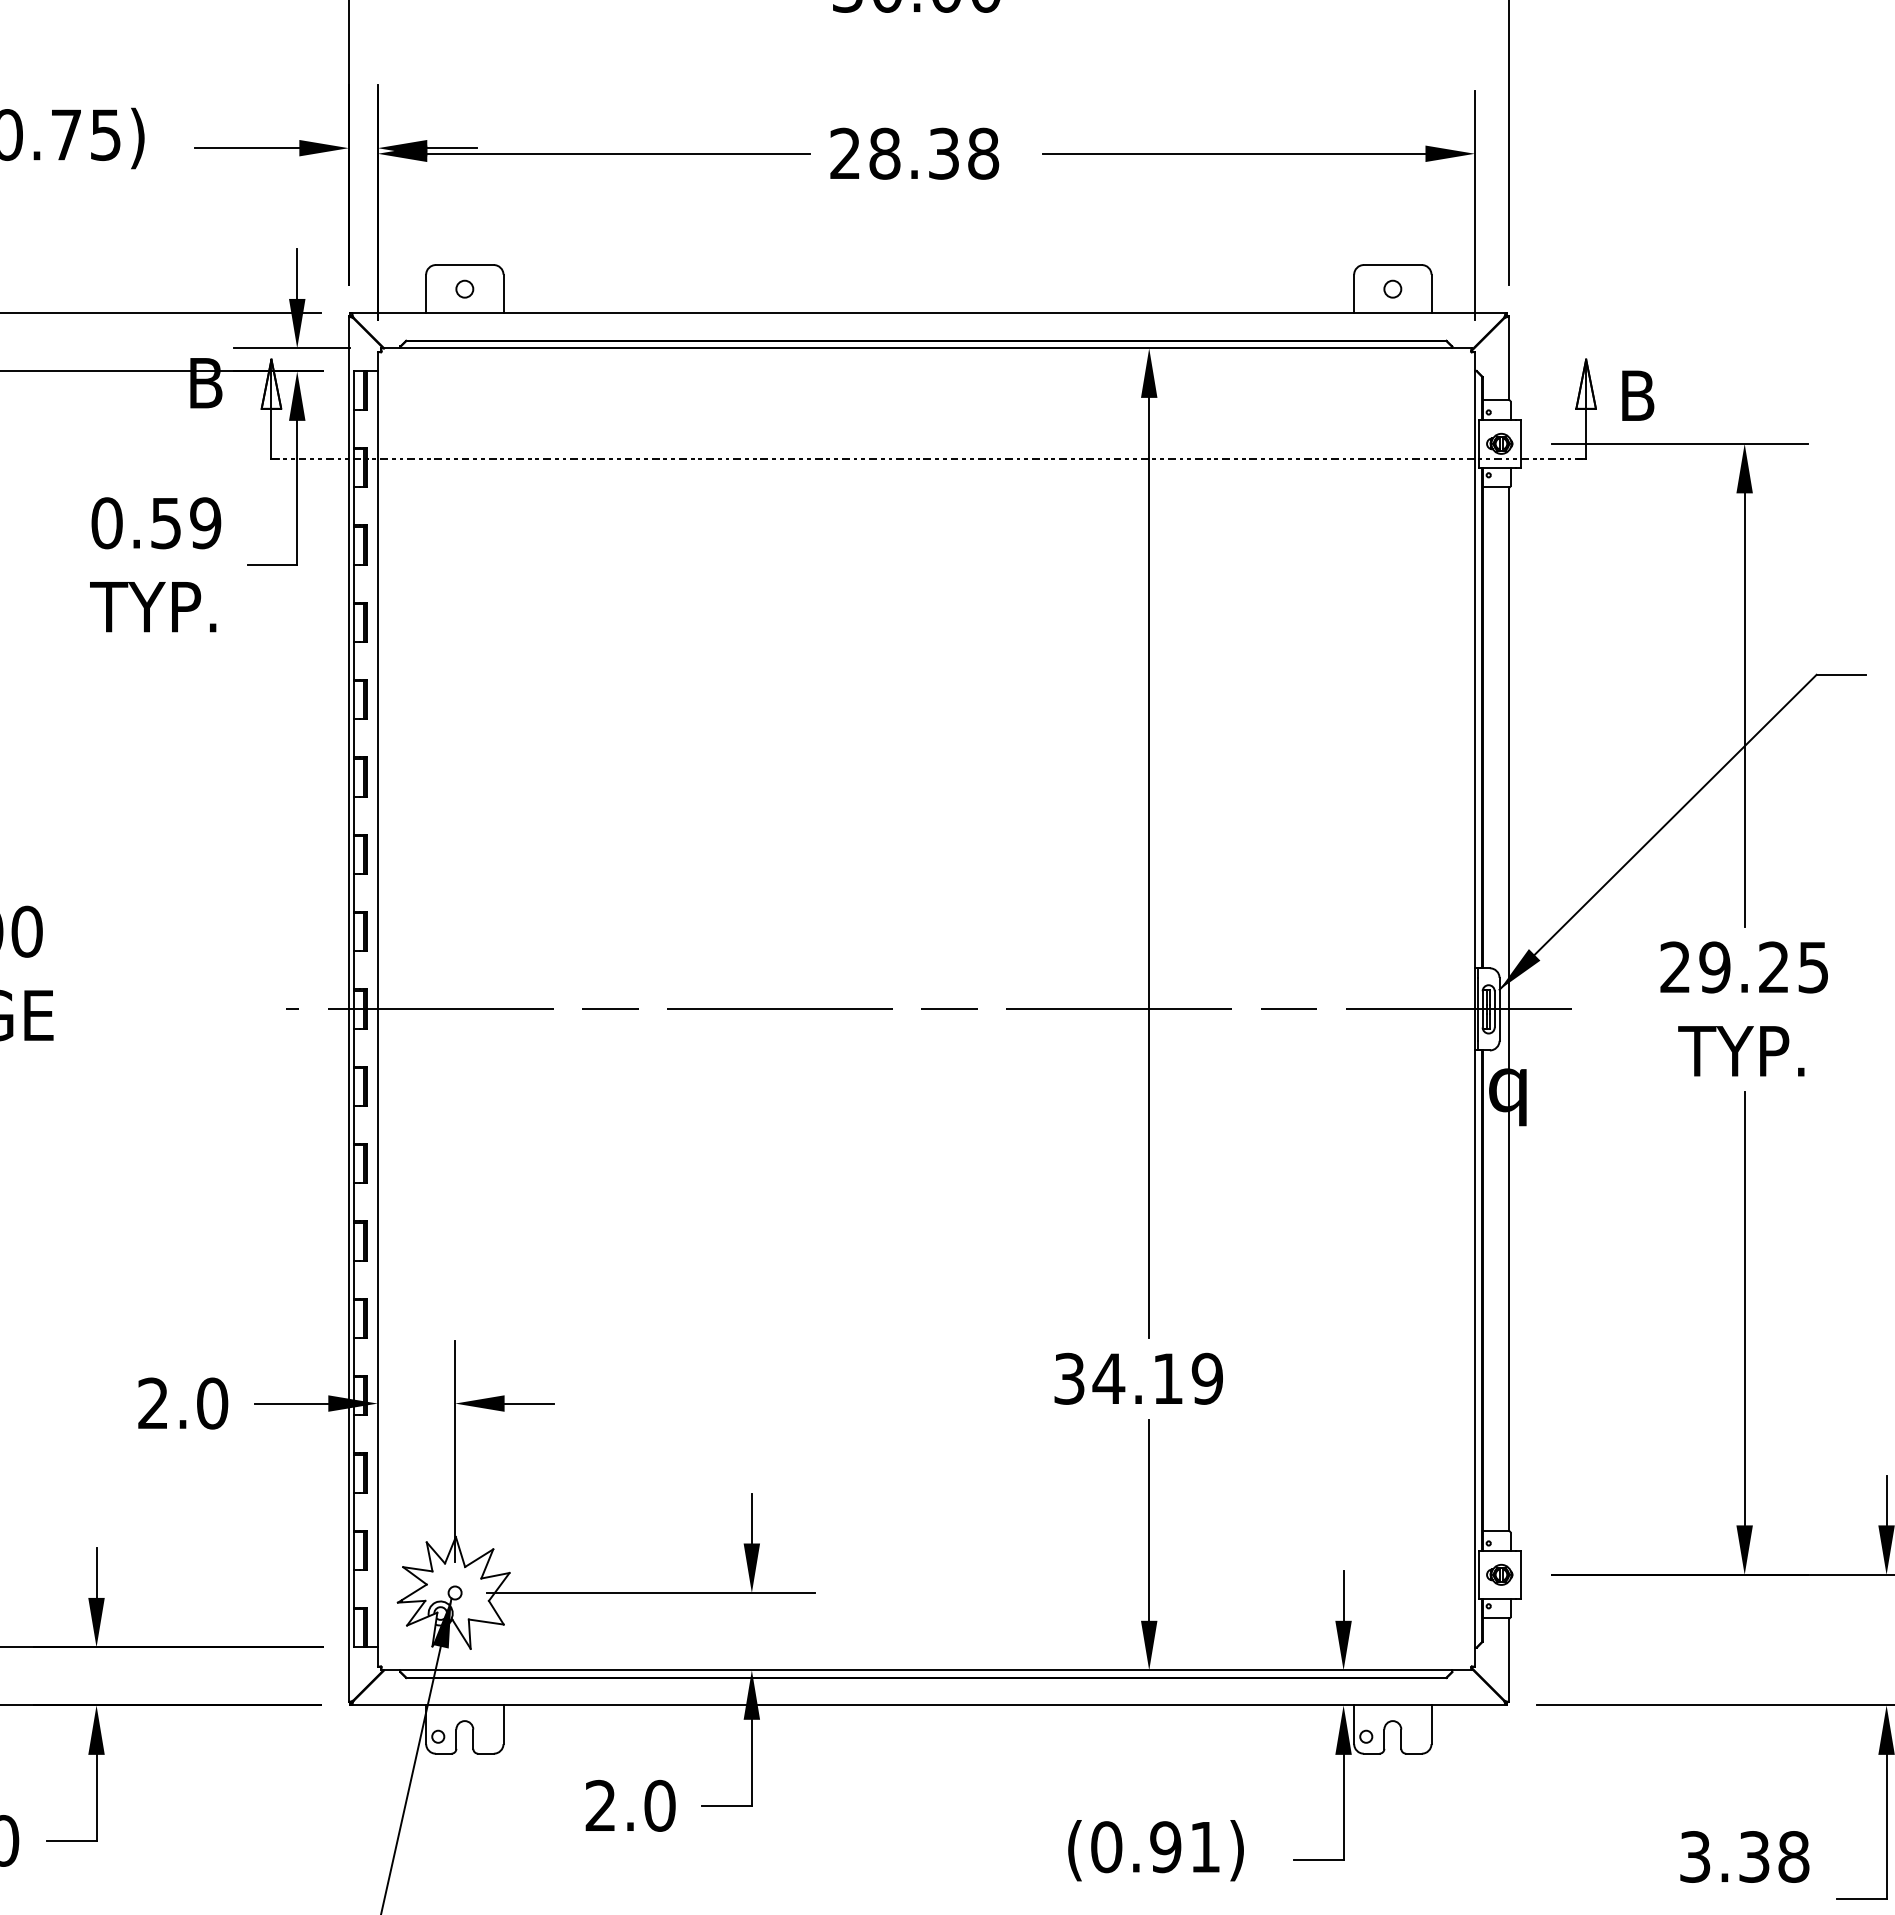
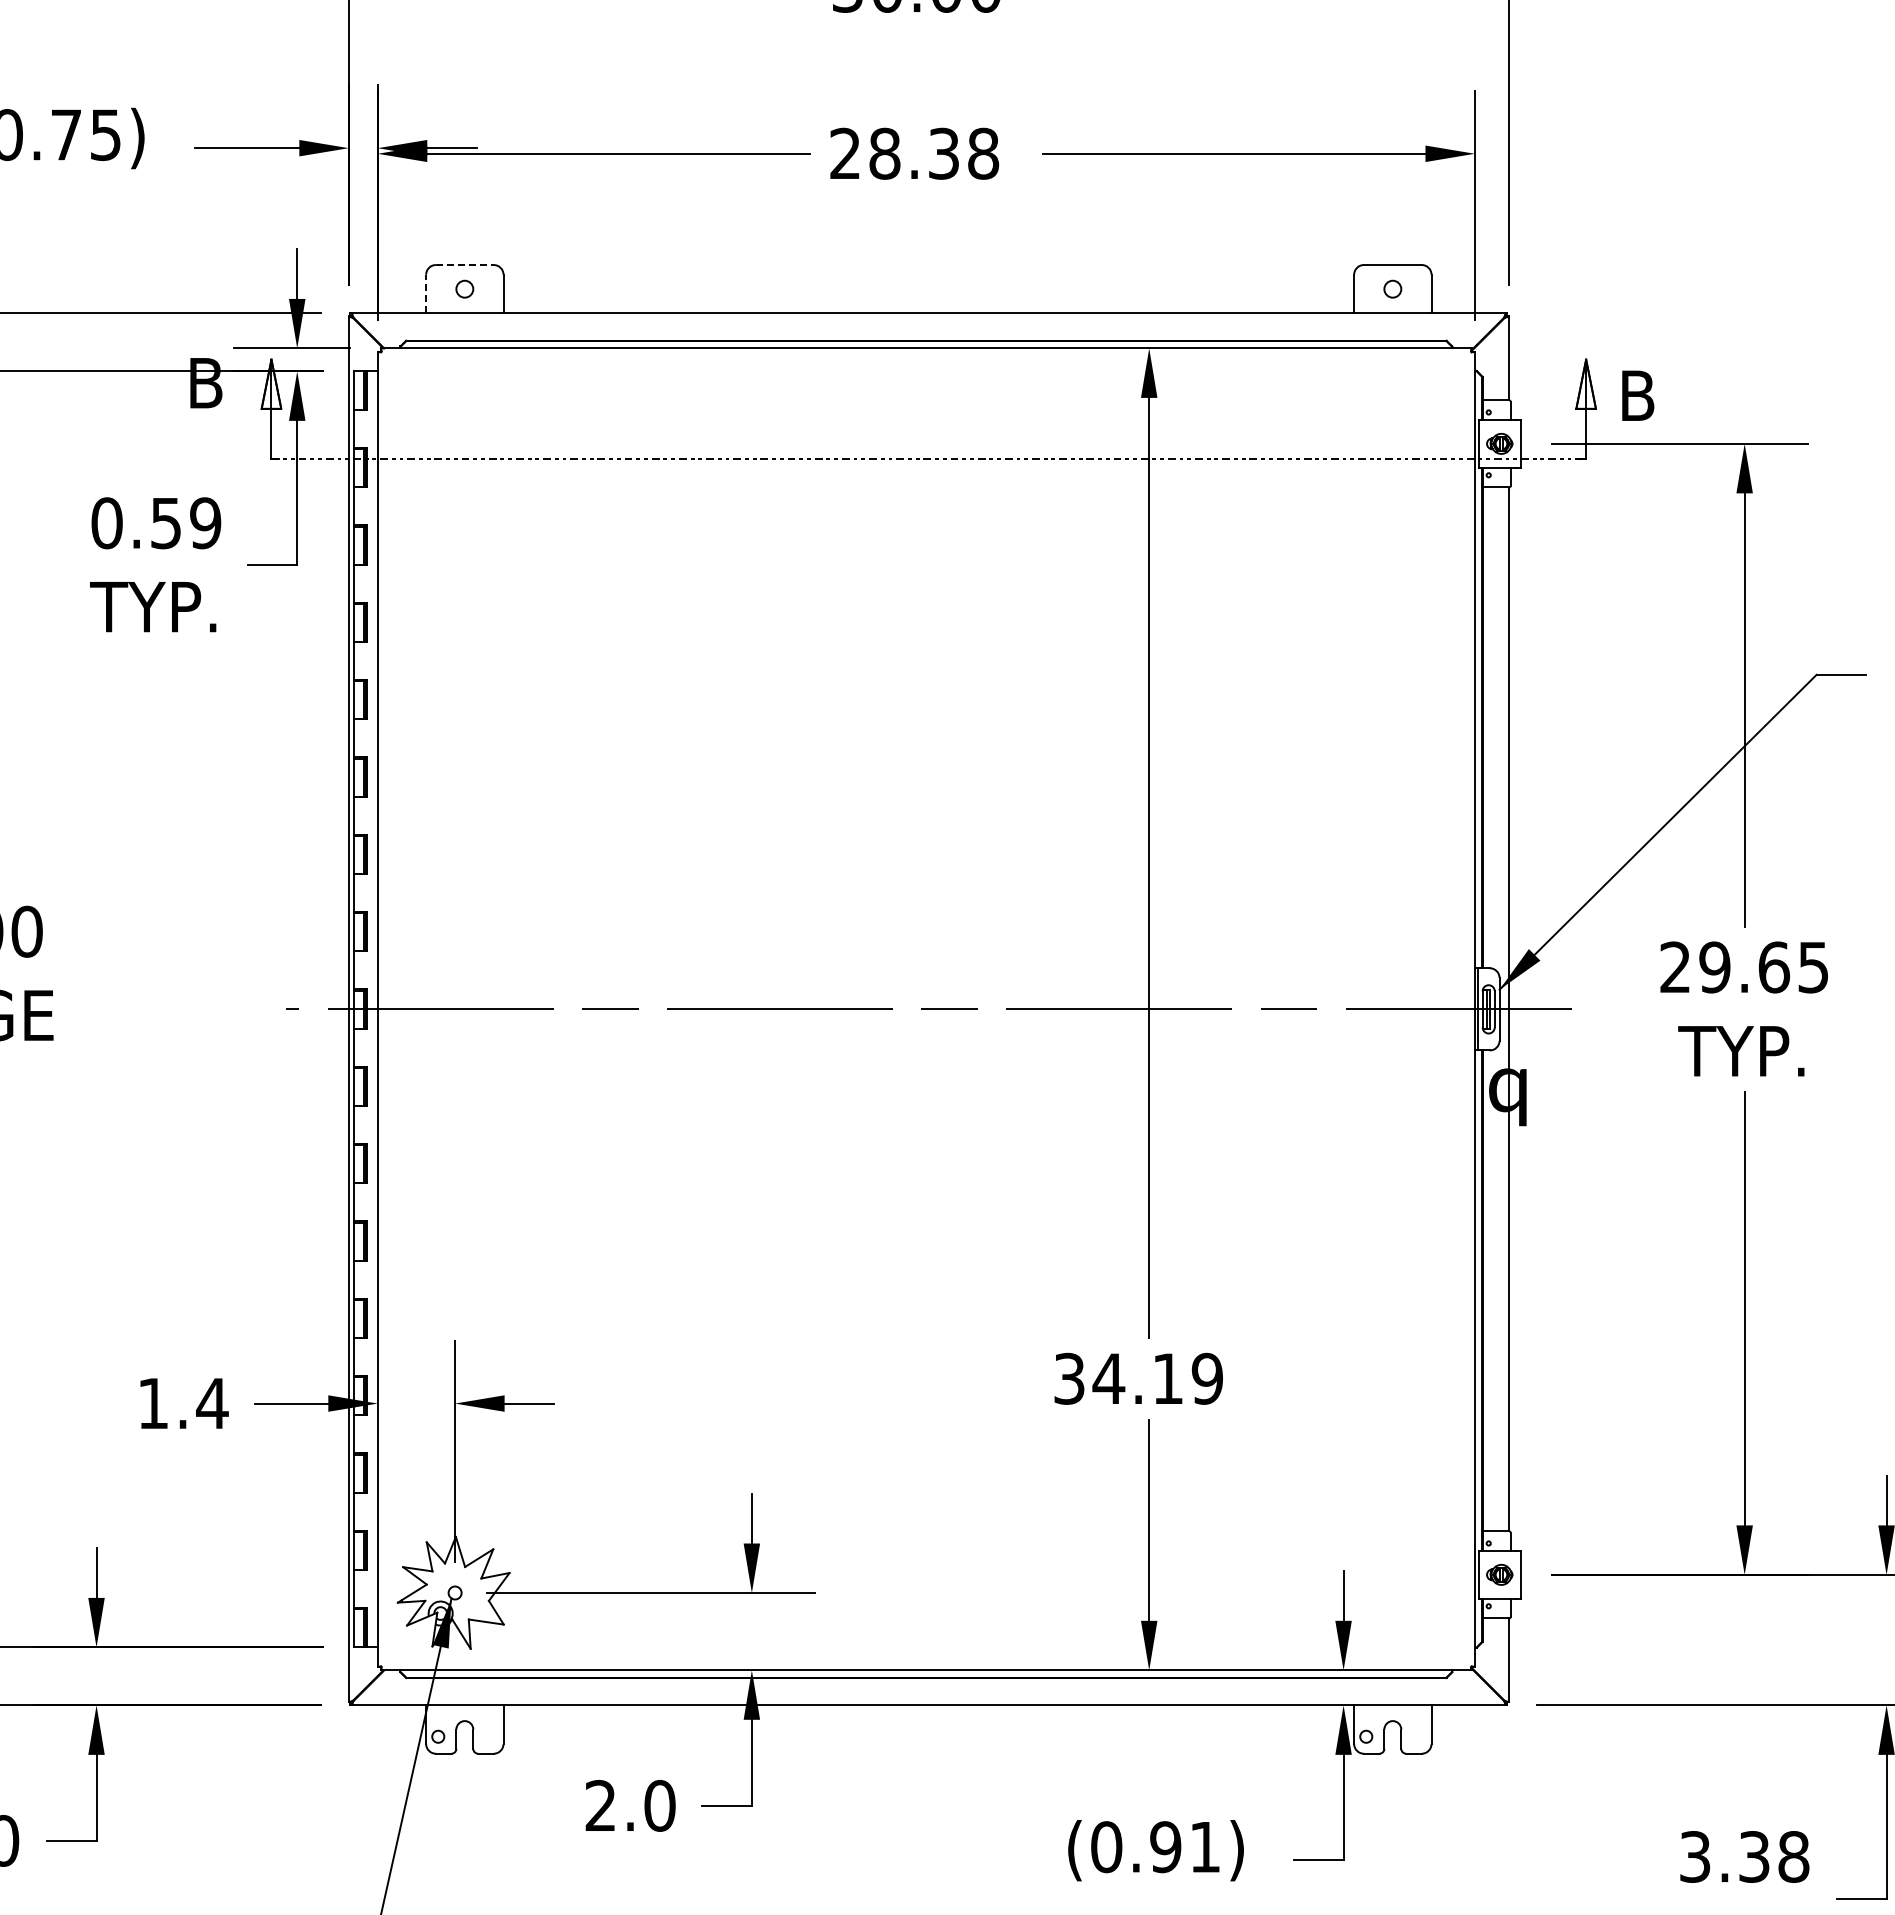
line at (465, 265): solid -> dashed
line at (426, 293): solid -> dashed
text at (1774, 967): 29.25 -> 29.65
text at (183, 1403): 2.0 -> 1.4
